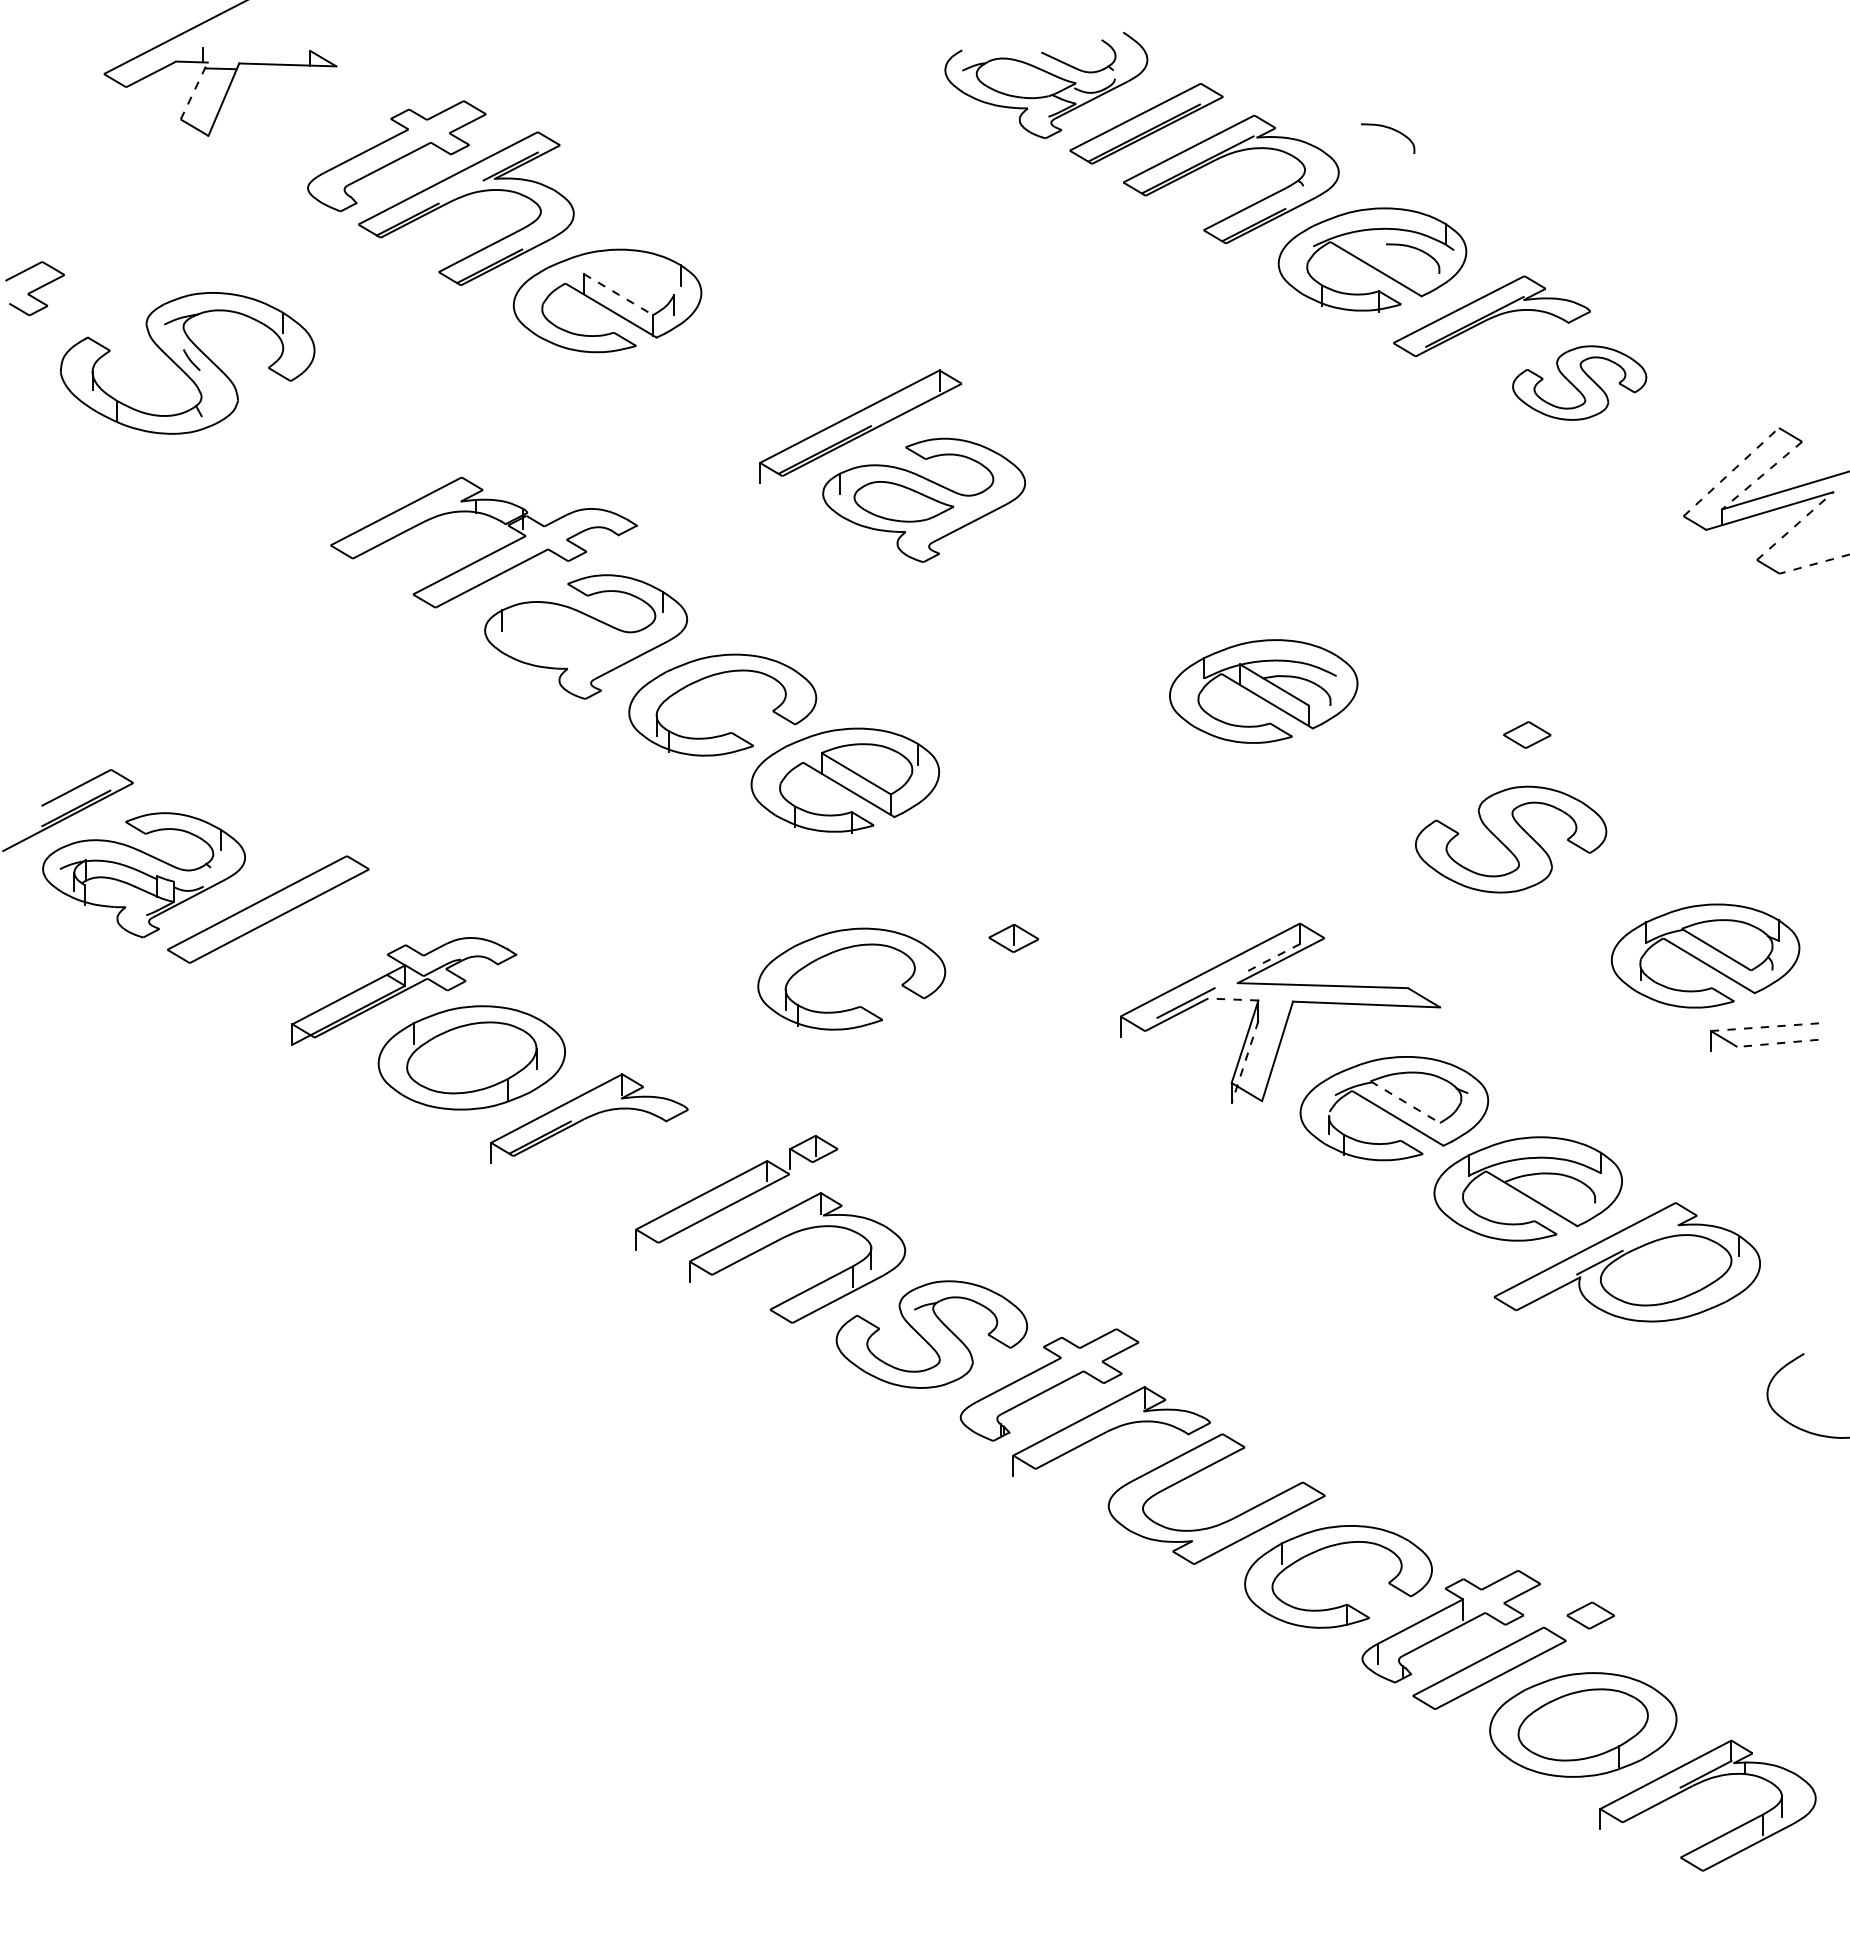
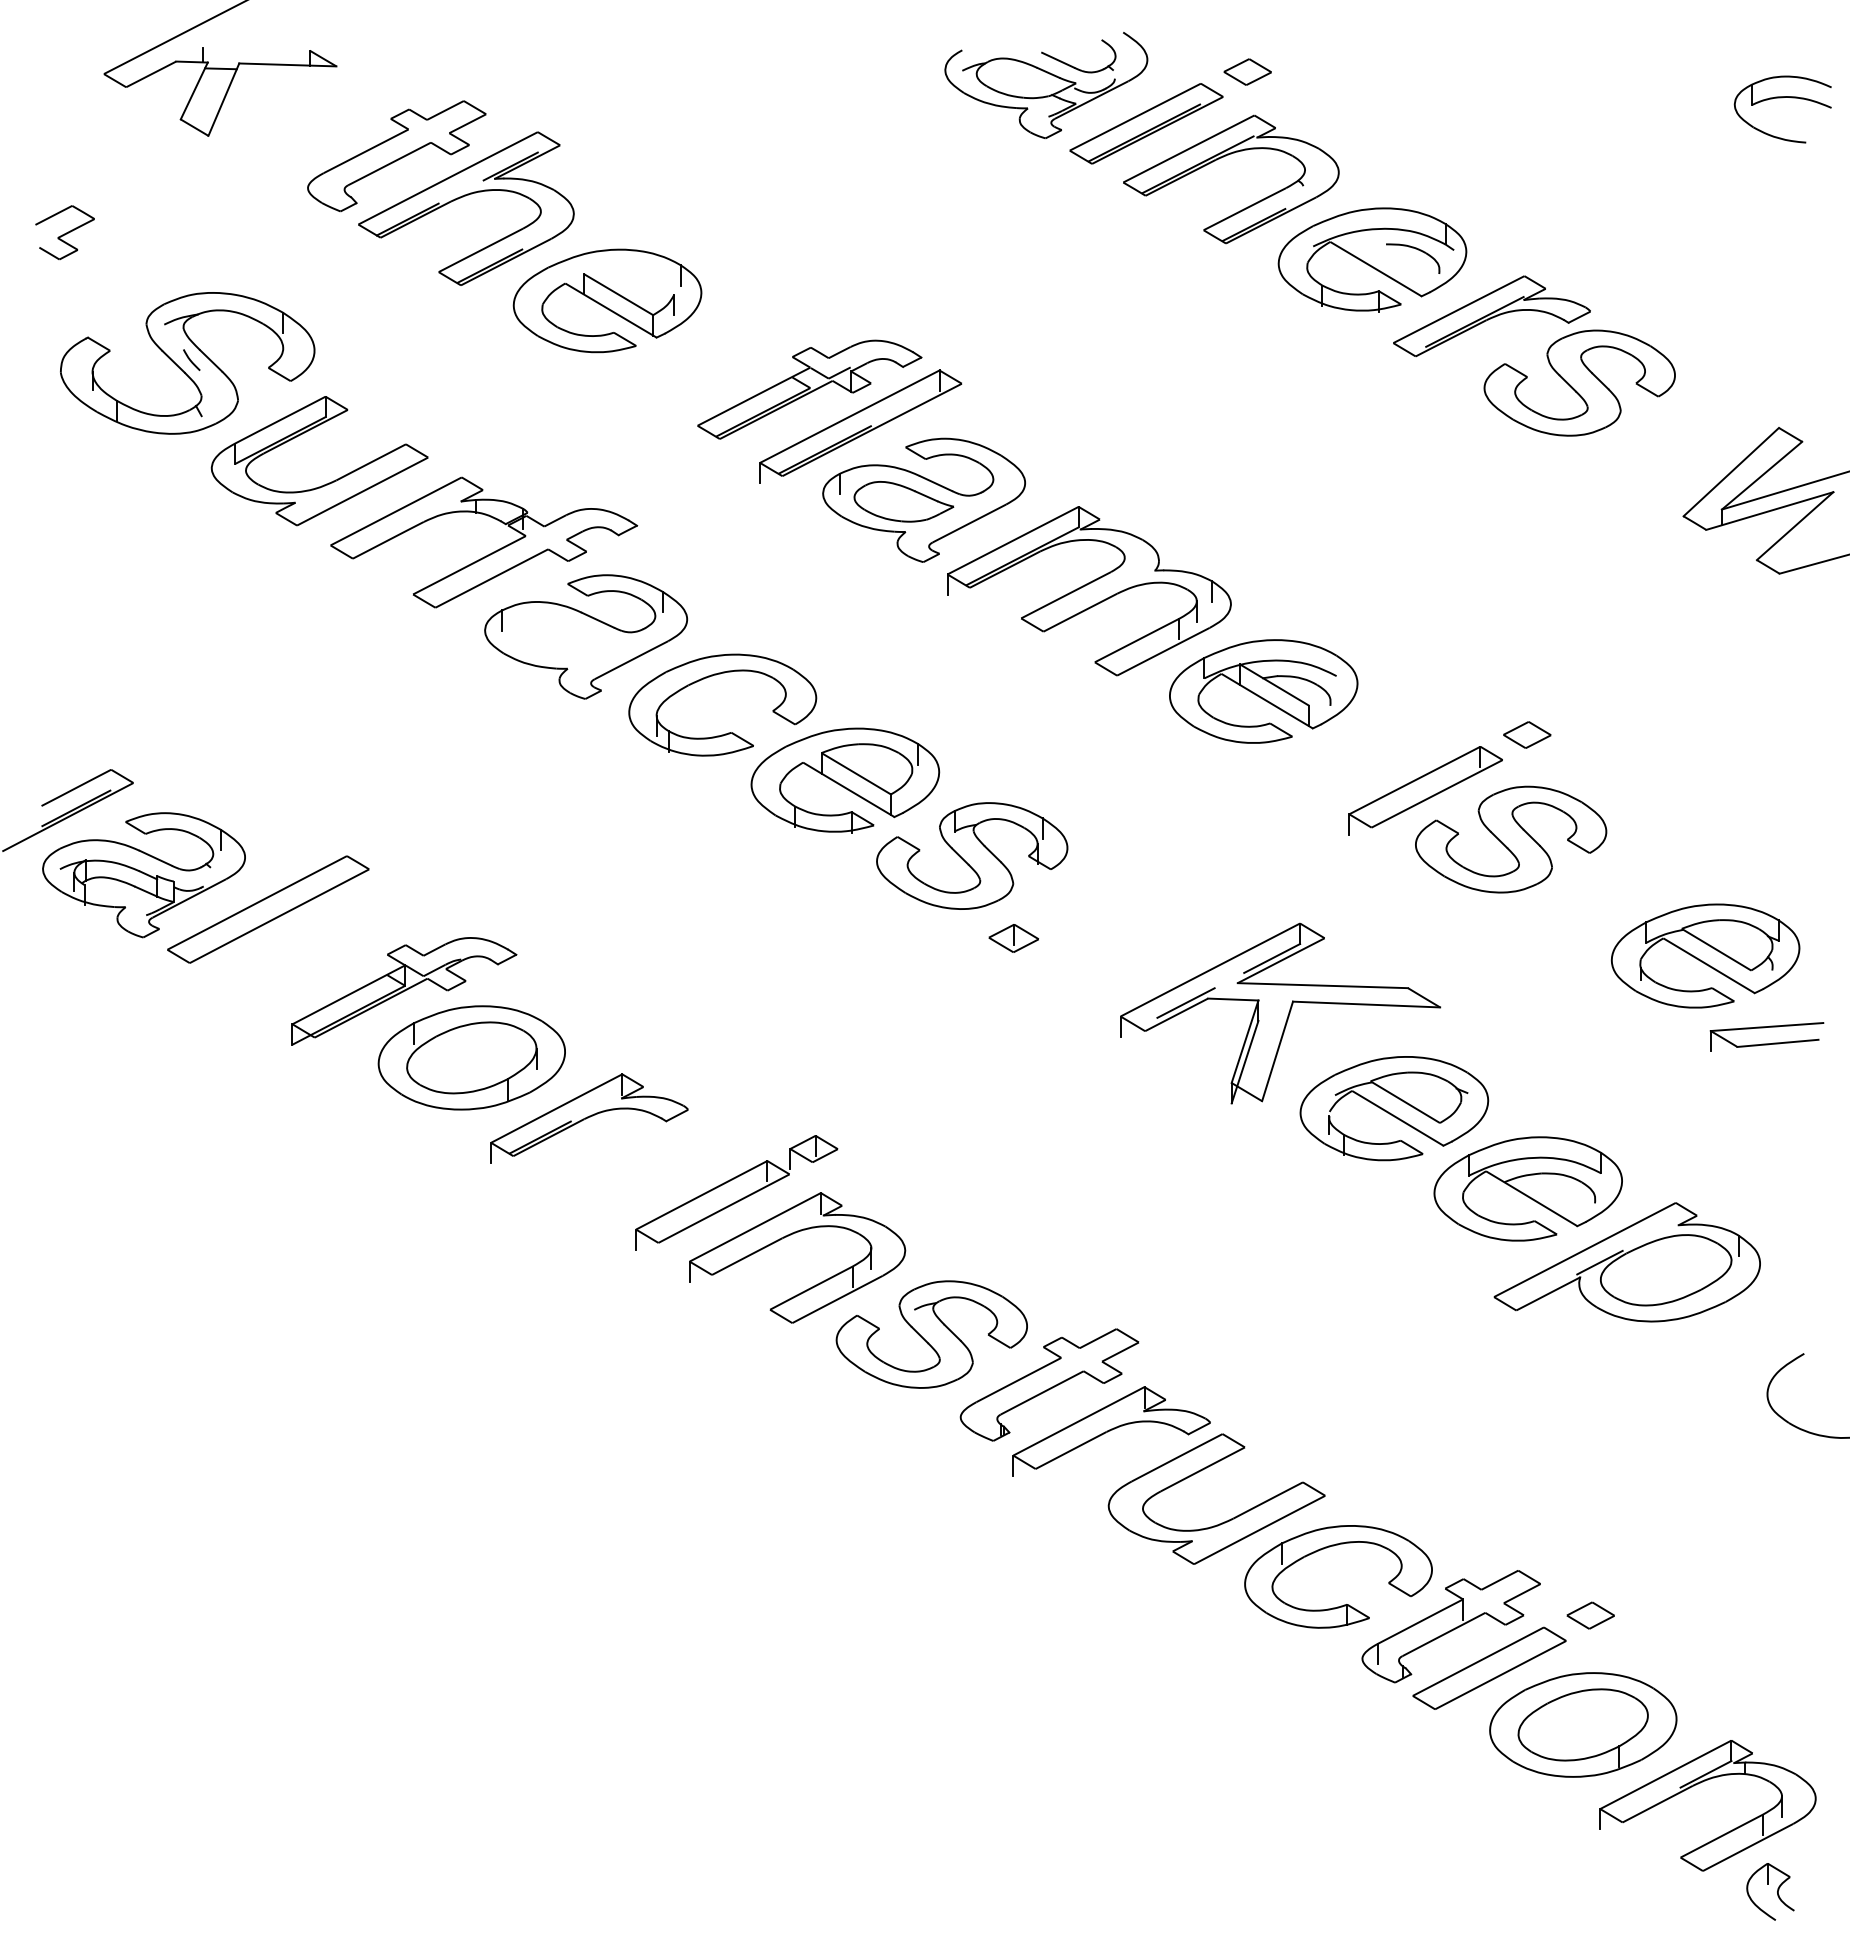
part at (1247, 71): none -> present
line at (194, 90): dashed -> solid
part at (1782, 98): none -> present
part at (1390, 129): present -> none
part at (34, 288) position: (34, 288) -> (64, 232)
line at (618, 294): dashed -> solid
part at (1579, 382) size: 136x76 px -> 193x108 px
part at (809, 389): none -> present
line at (1731, 472): dashed -> solid
line at (1762, 475): dashed -> solid
part at (328, 482): none -> present
line at (1795, 525): dashed -> solid
line at (1814, 564): dashed -> solid
part at (1089, 591): none -> present
part at (1425, 790): none -> present
part at (972, 855): none -> present
line at (1271, 958): dashed -> solid
line at (1232, 999): dashed -> solid
part at (857, 1006): present -> none
line at (1767, 1027): dashed -> solid
line at (1777, 1043): dashed -> solid
line at (1244, 1062): dashed -> solid
line at (1405, 1102): dashed -> solid
part at (1777, 1891): none -> present
